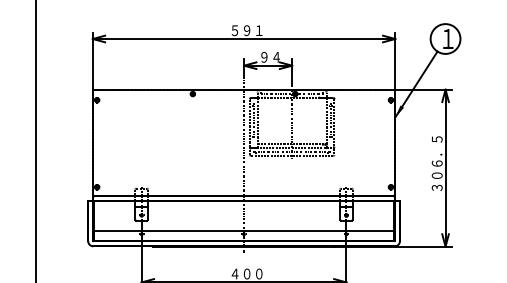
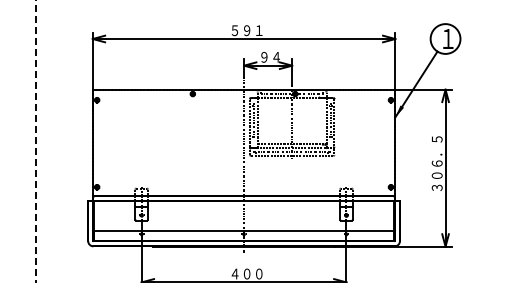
line at (36, 142): solid -> dashed
